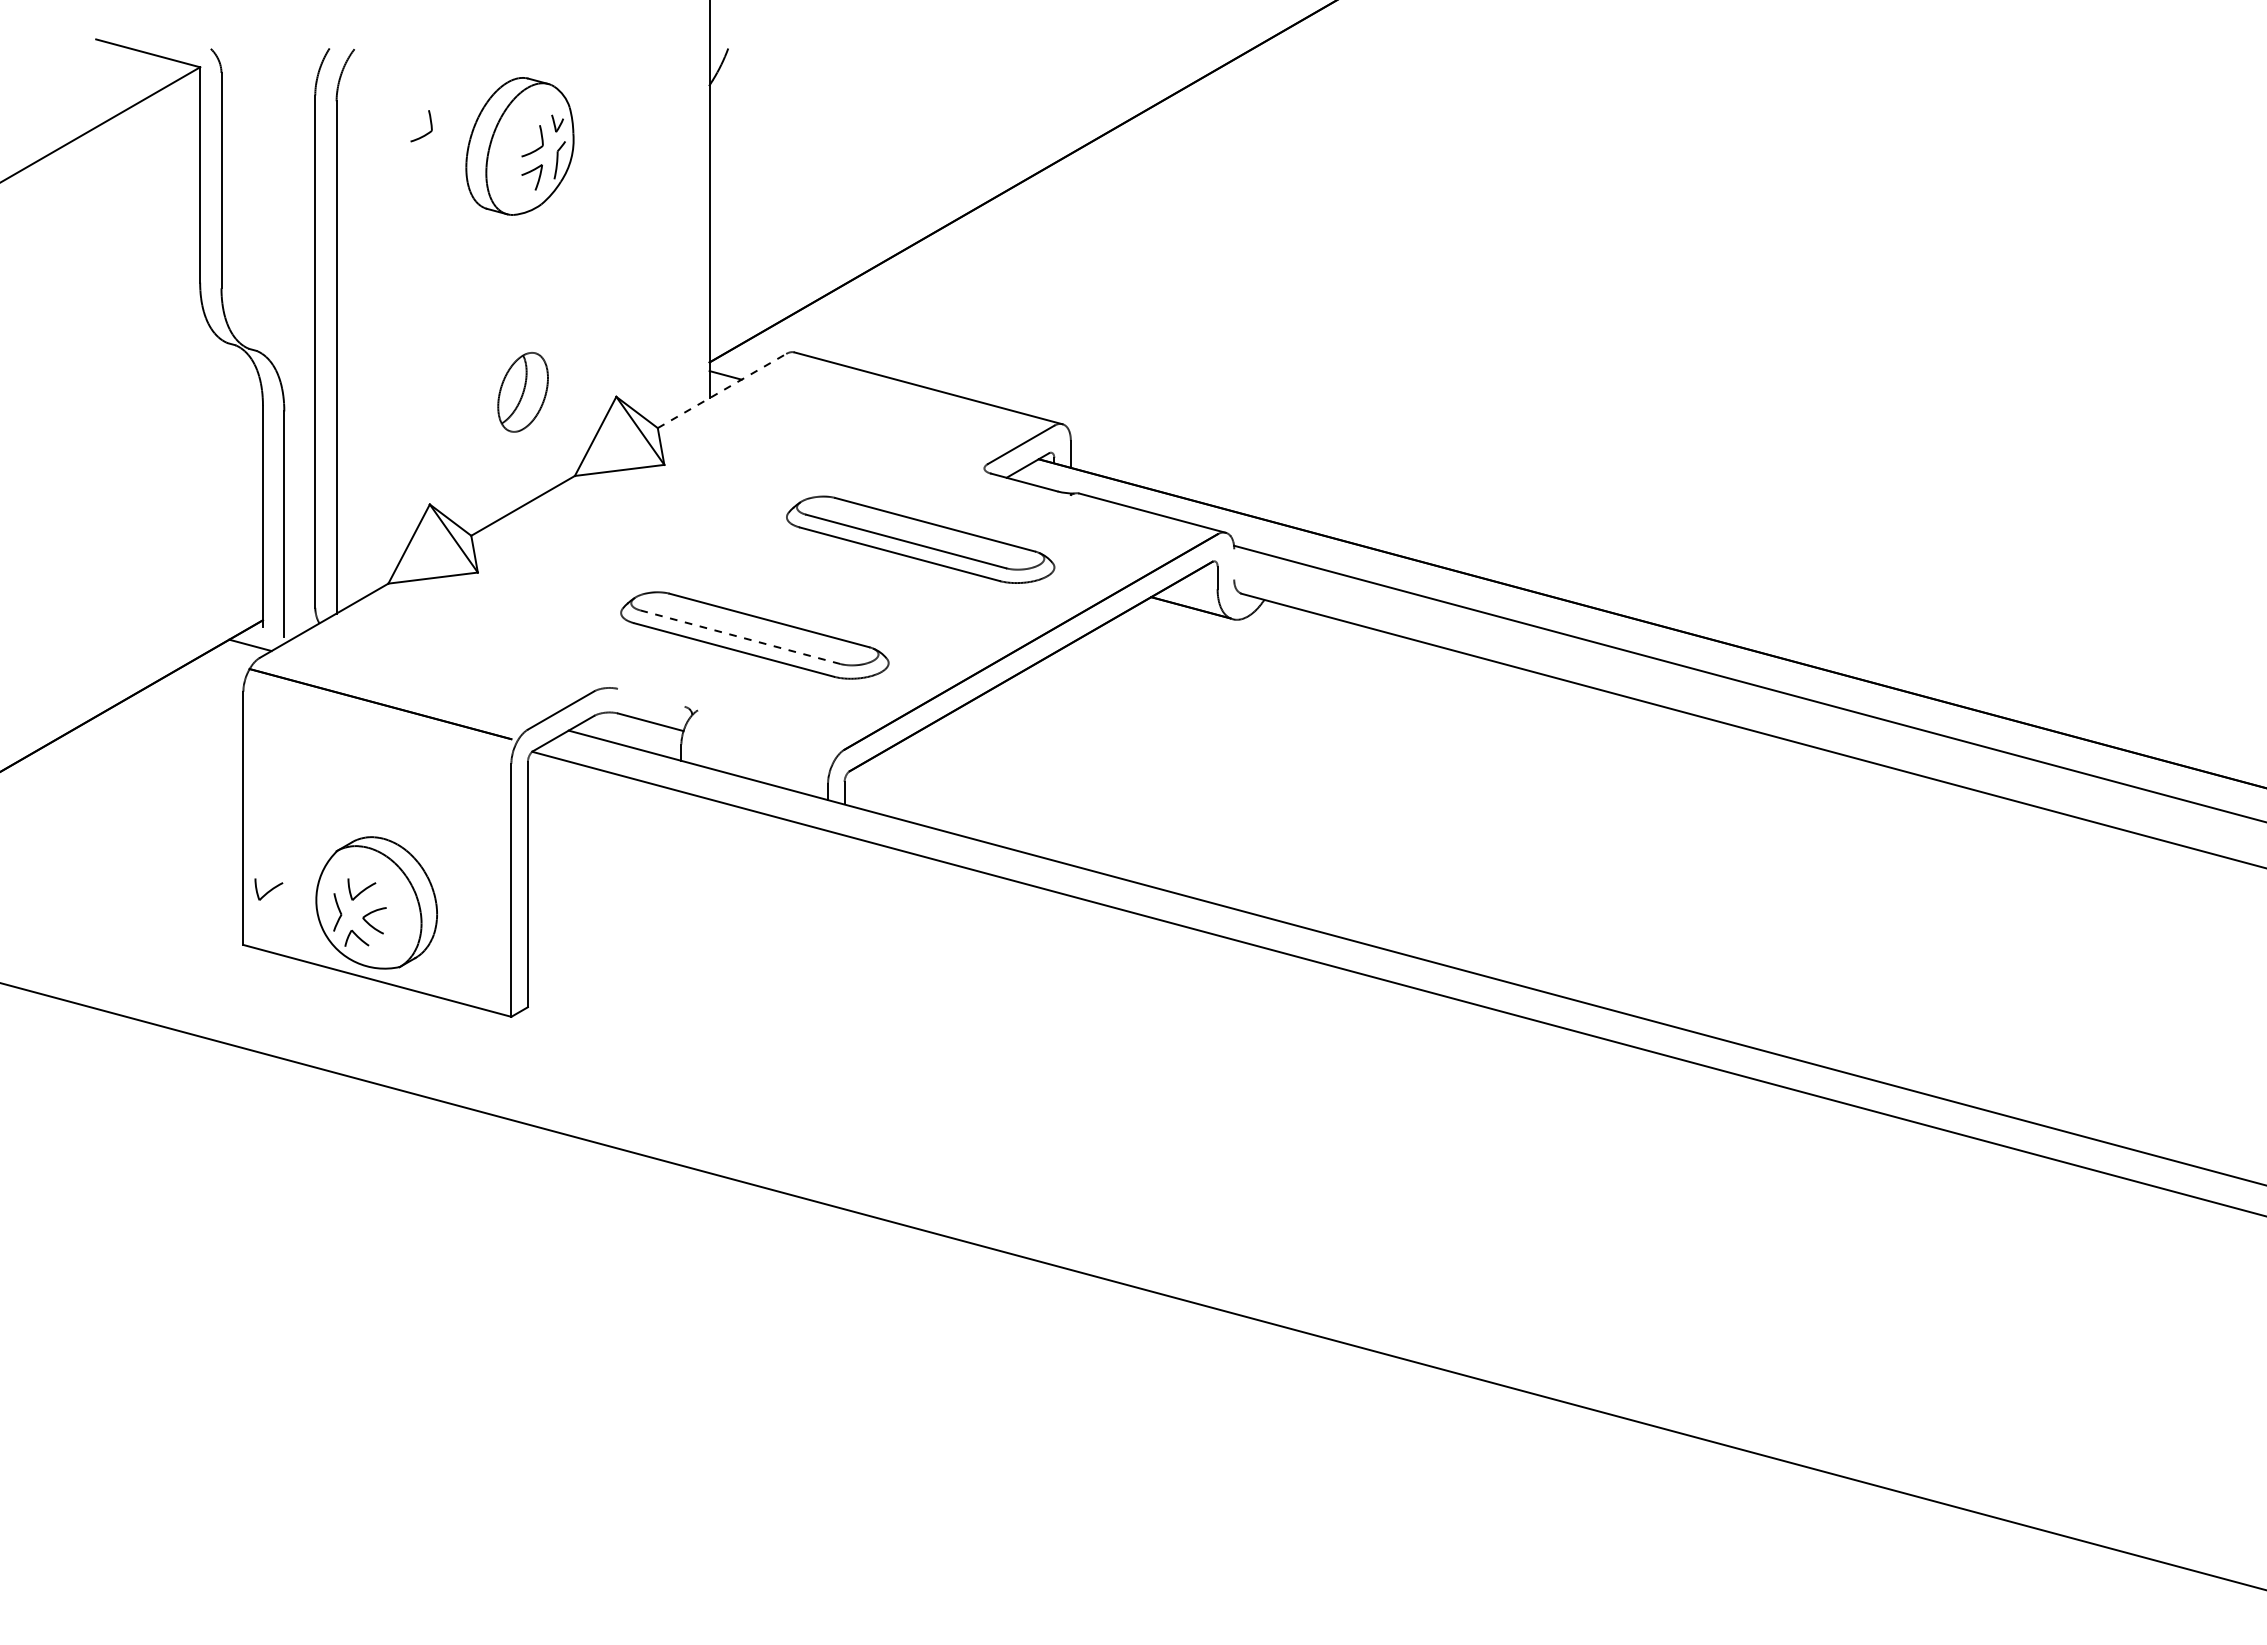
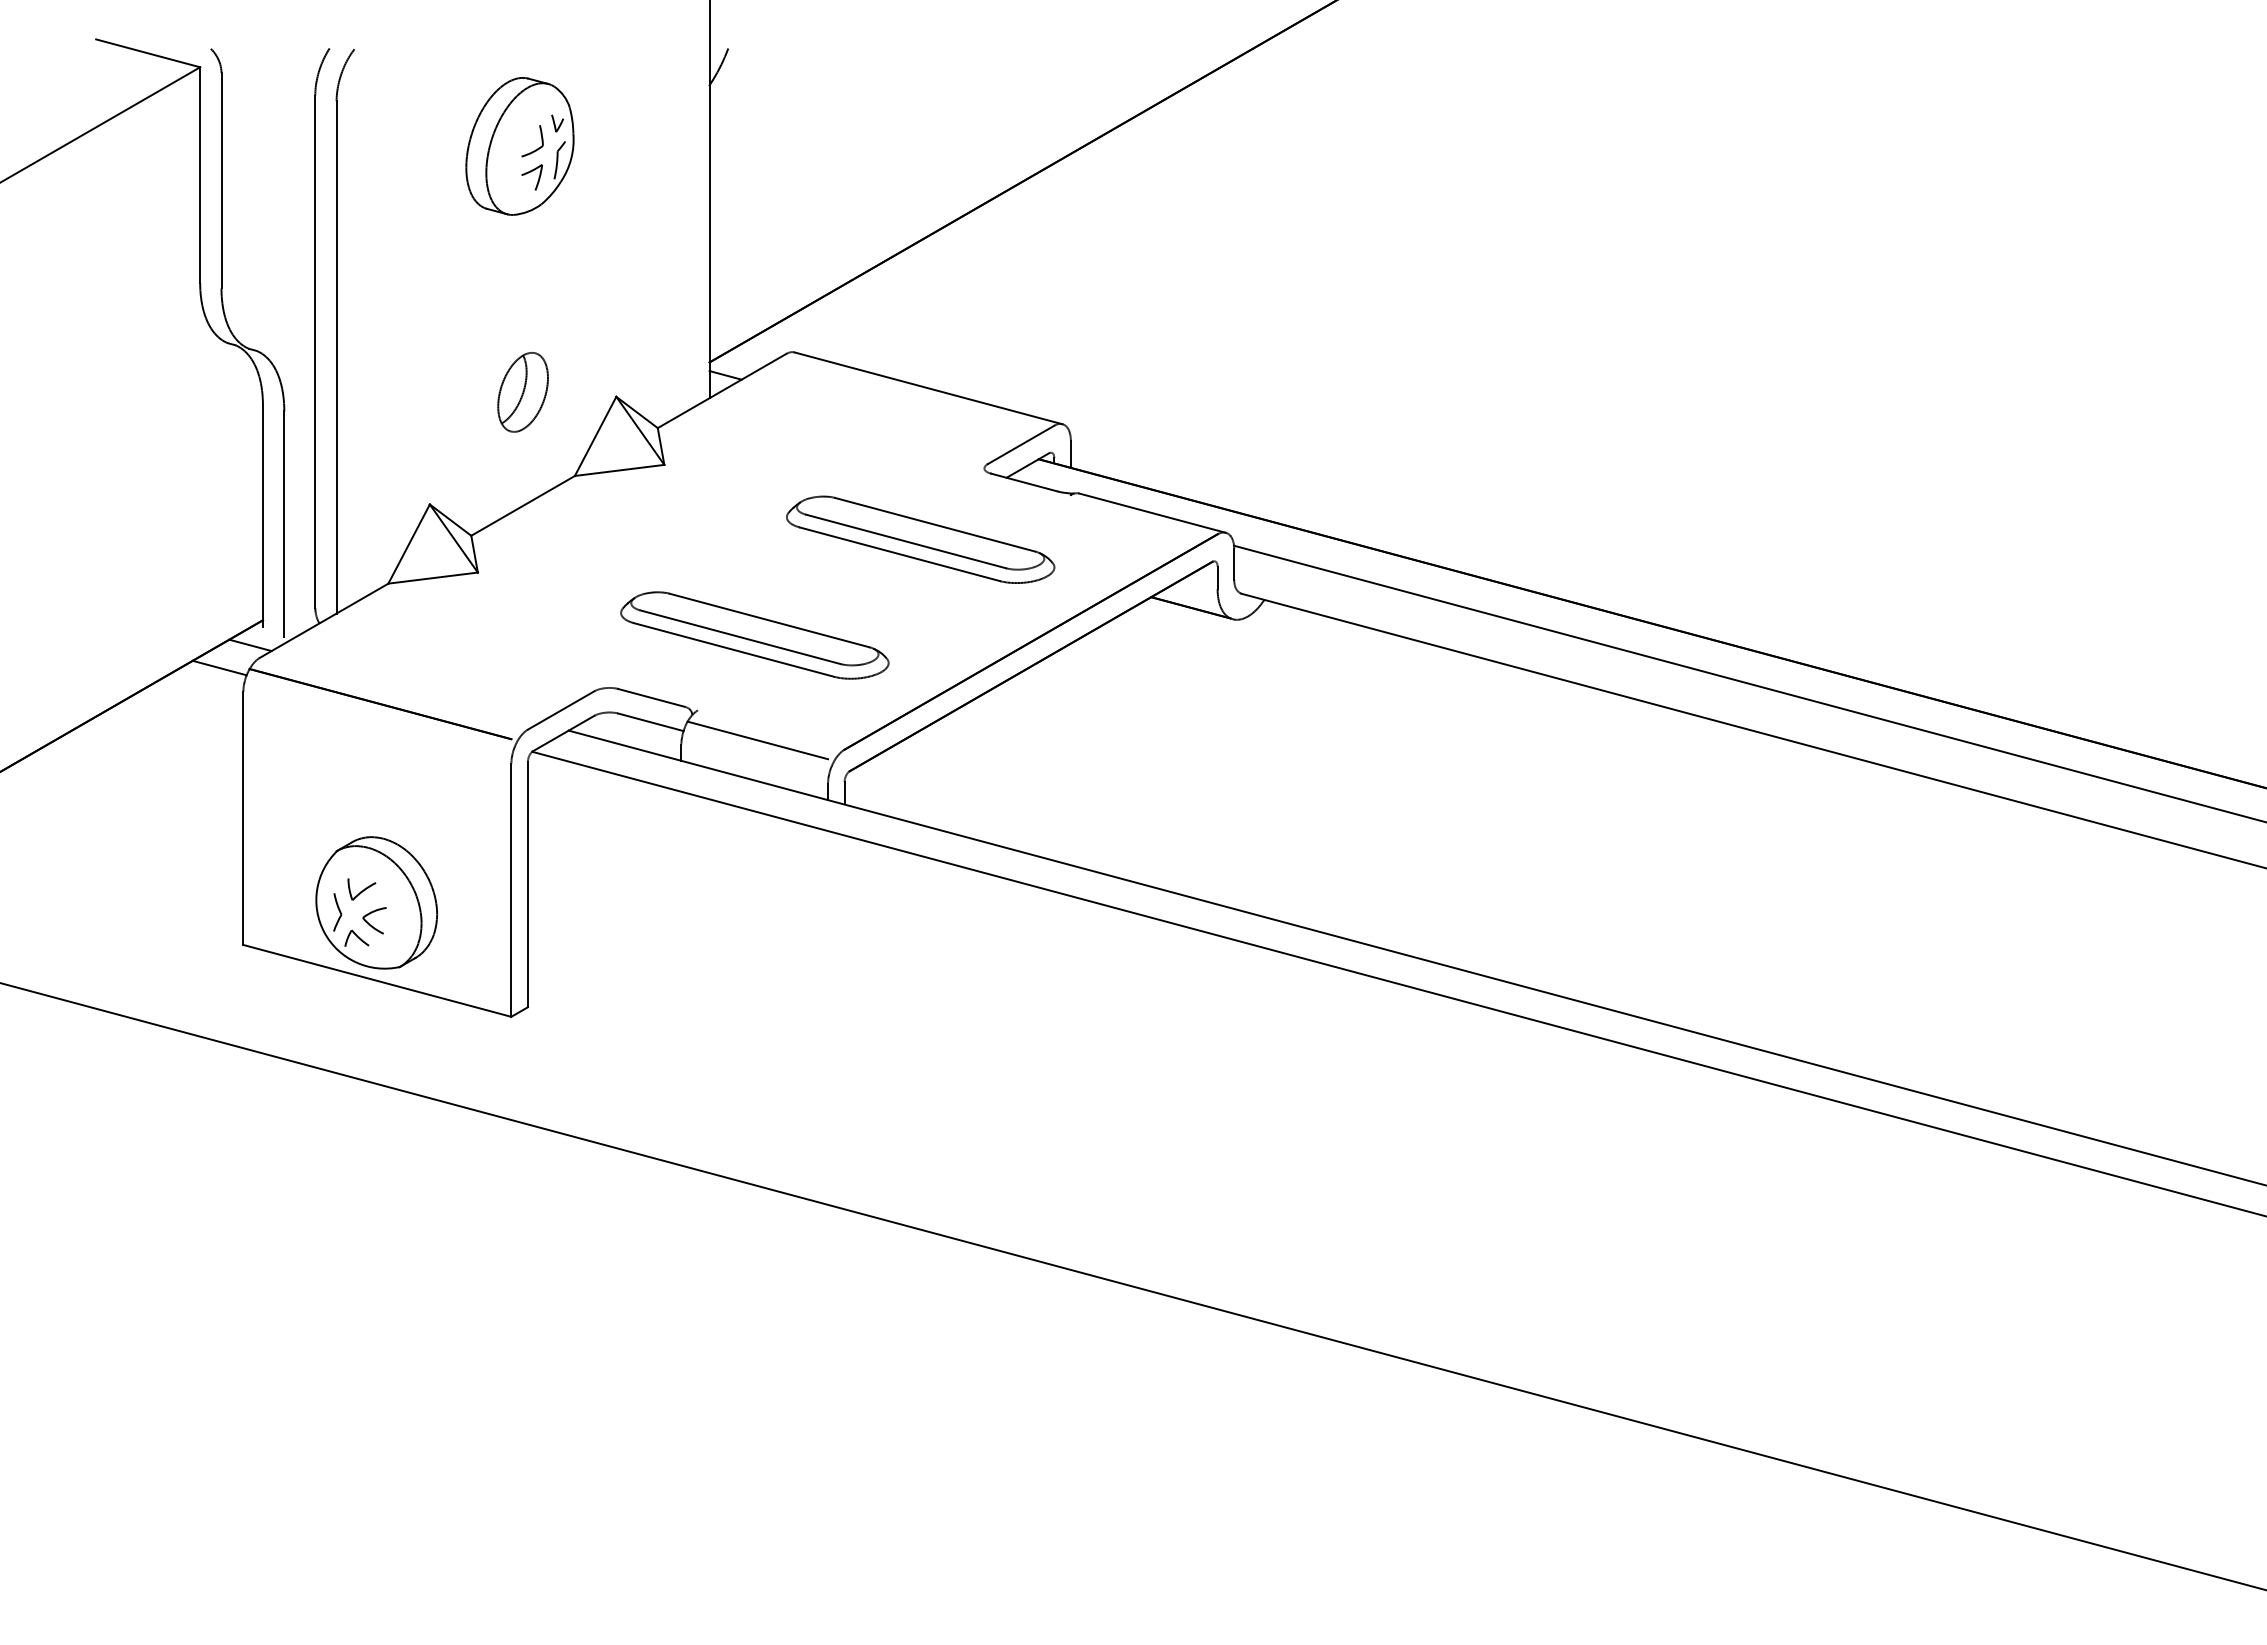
part at (427, 132): present -> none
line at (722, 390): dashed -> solid
line at (1234, 564): none -> present
line at (740, 637): dashed -> solid
line at (219, 667): none -> present
line at (650, 697): none -> present
line at (757, 740): none -> present
part at (268, 889): present -> none
